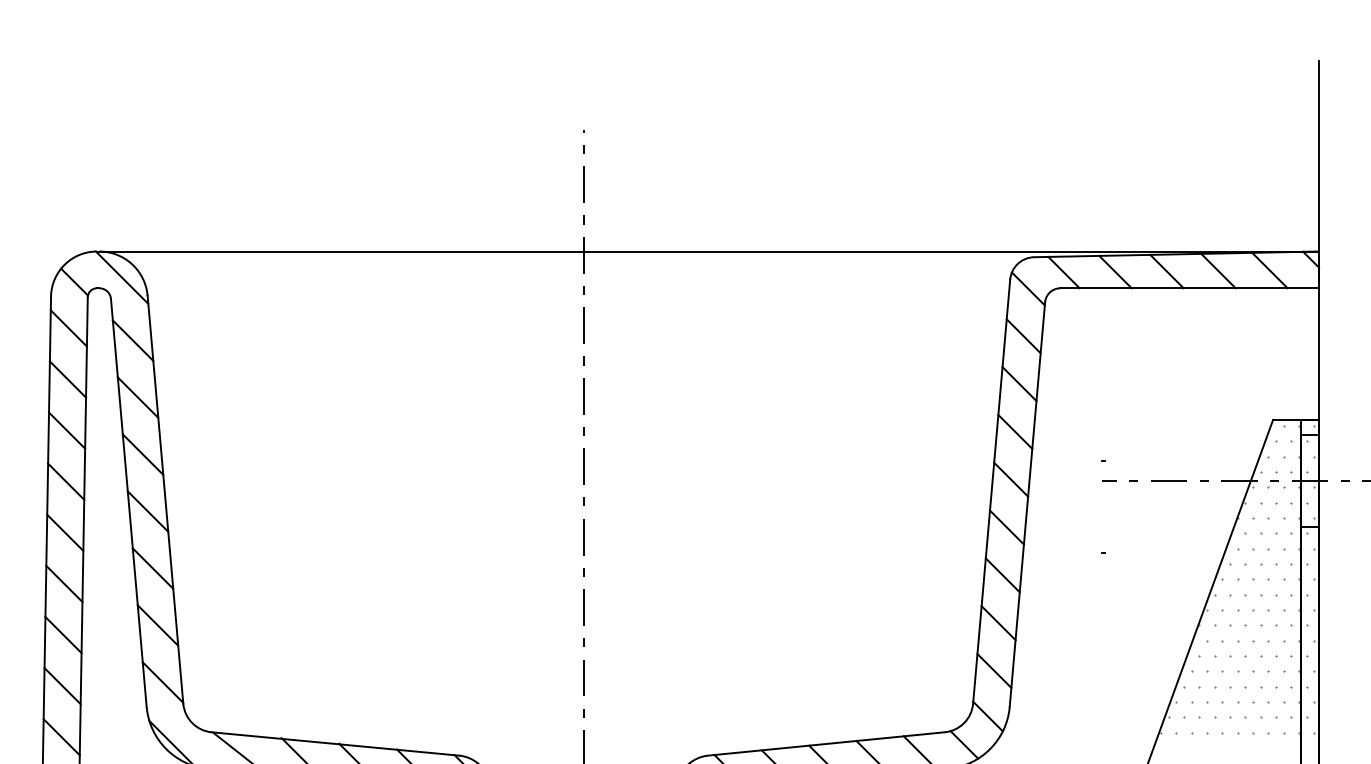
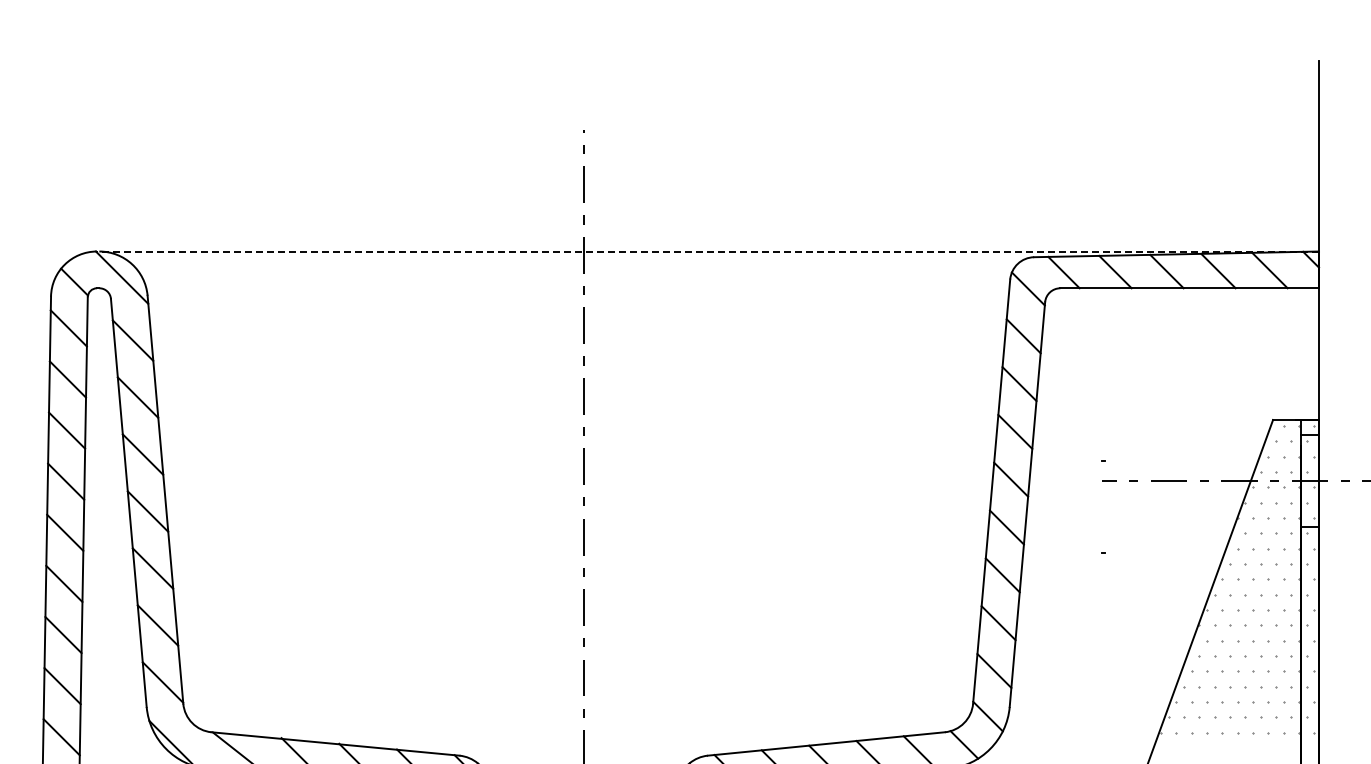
line at (707, 251): solid -> dashed
